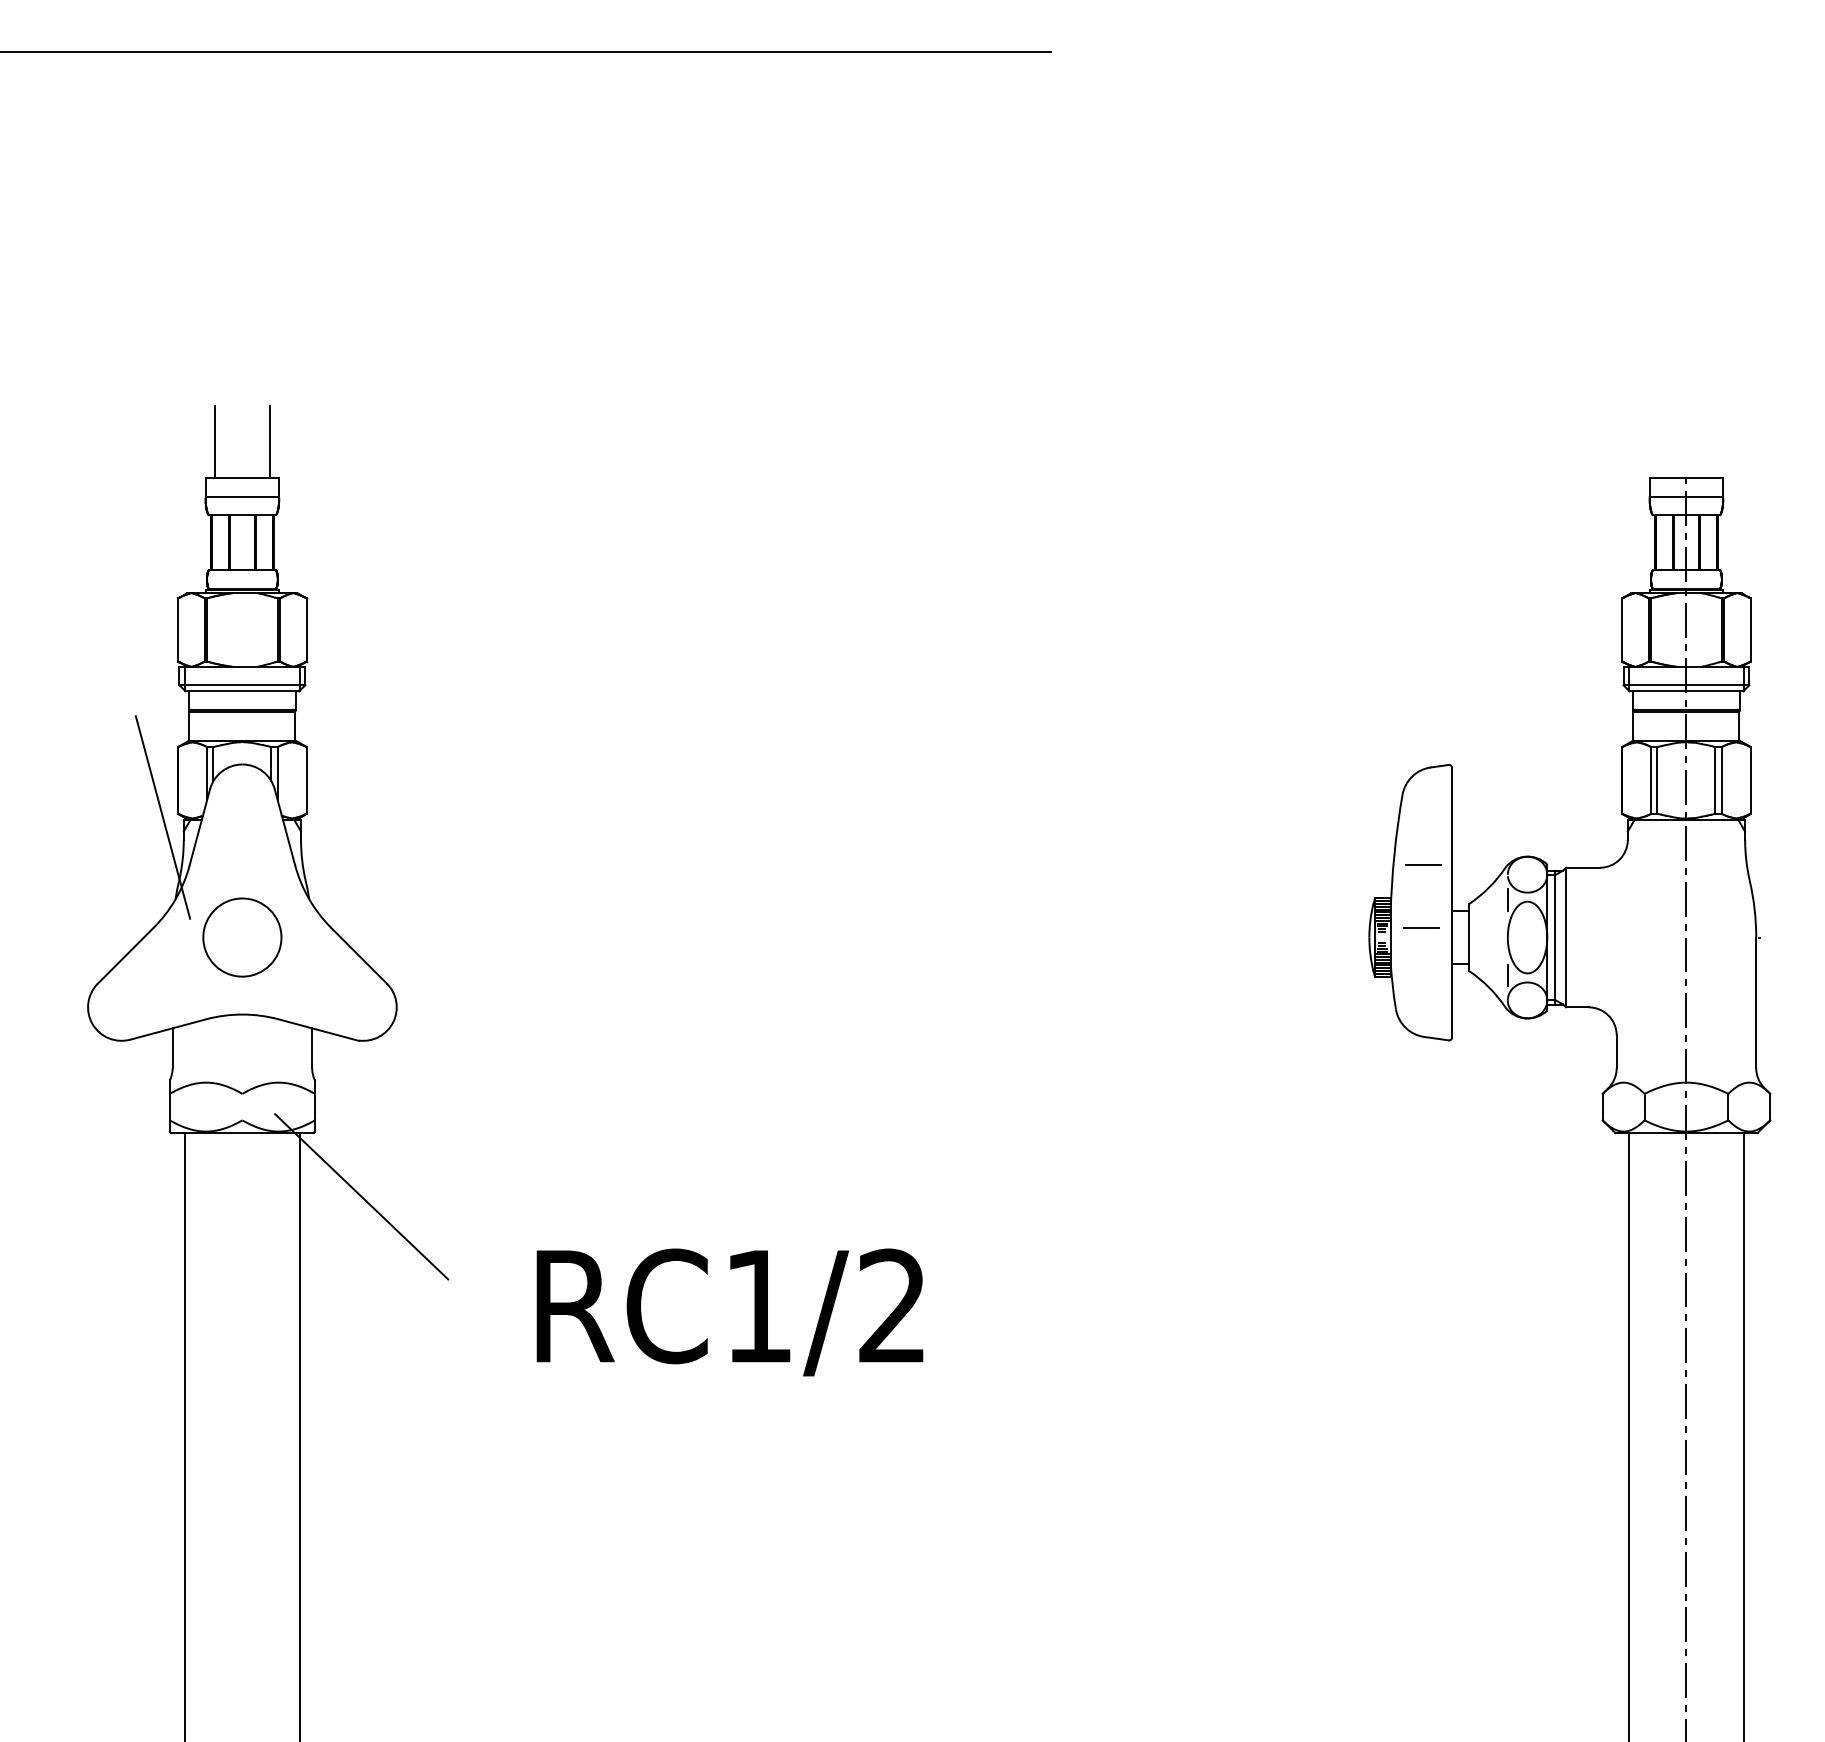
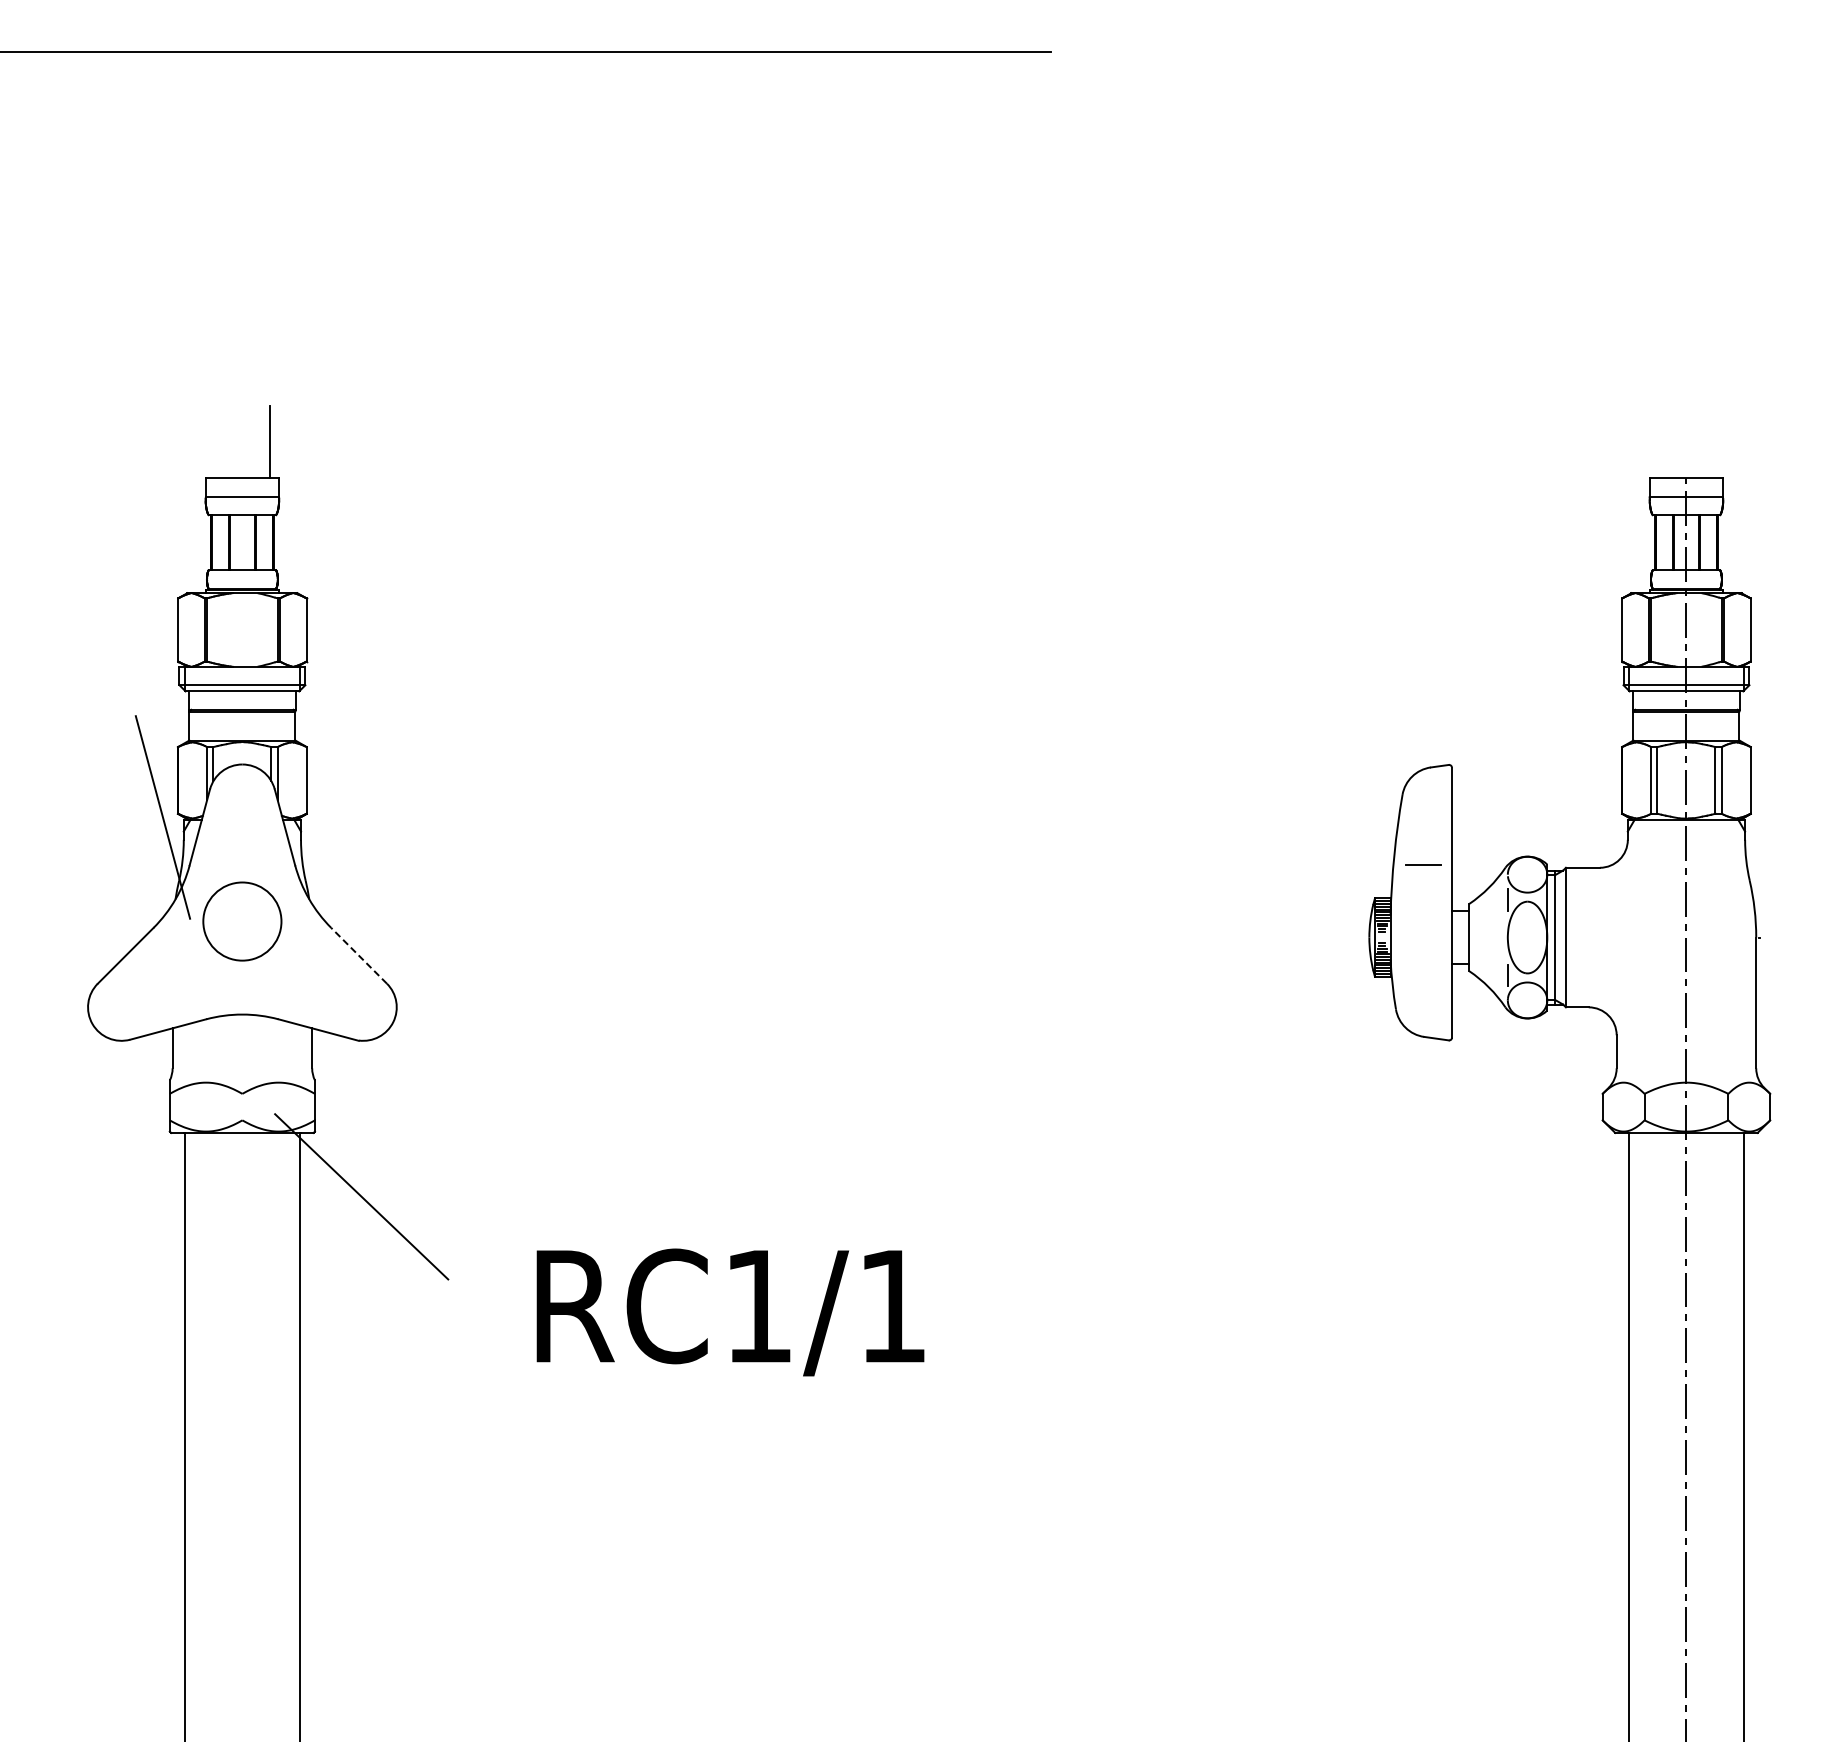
line at (214, 442): present -> none
line at (1421, 927): present -> none
circle at (242, 937) position: (242, 937) -> (242, 921)
line at (358, 955): solid -> dashed
text at (891, 1305): RC1/2 -> RC1/1
